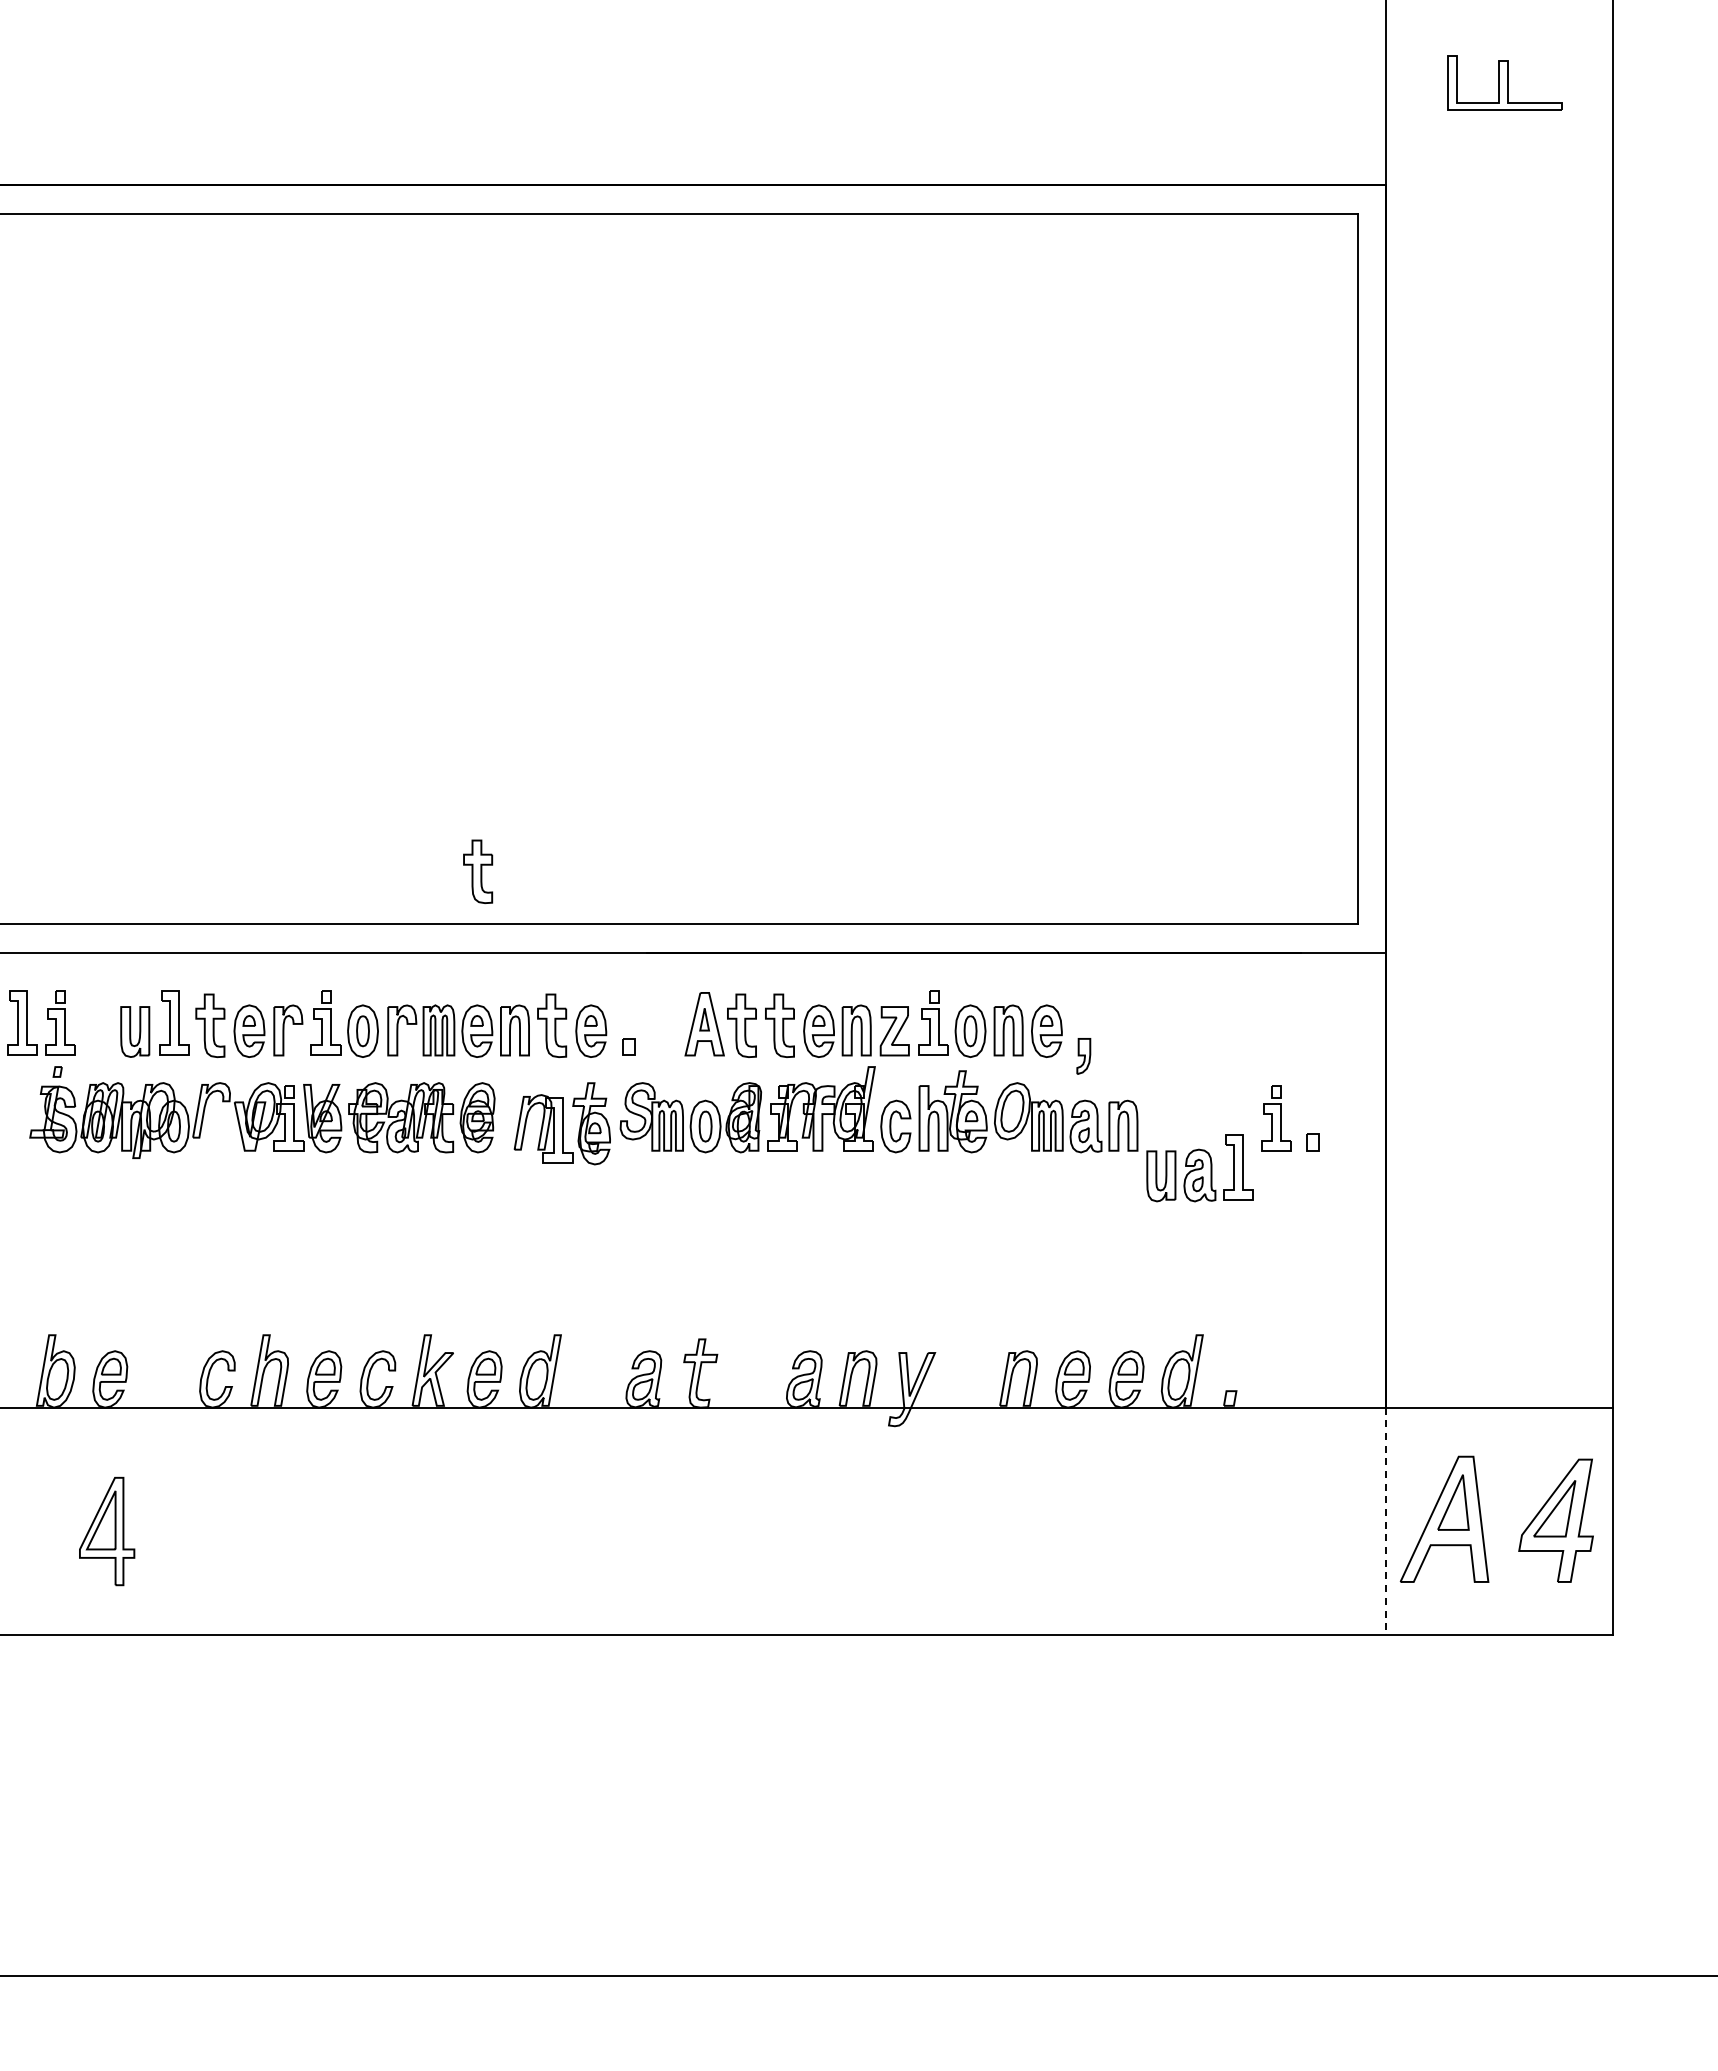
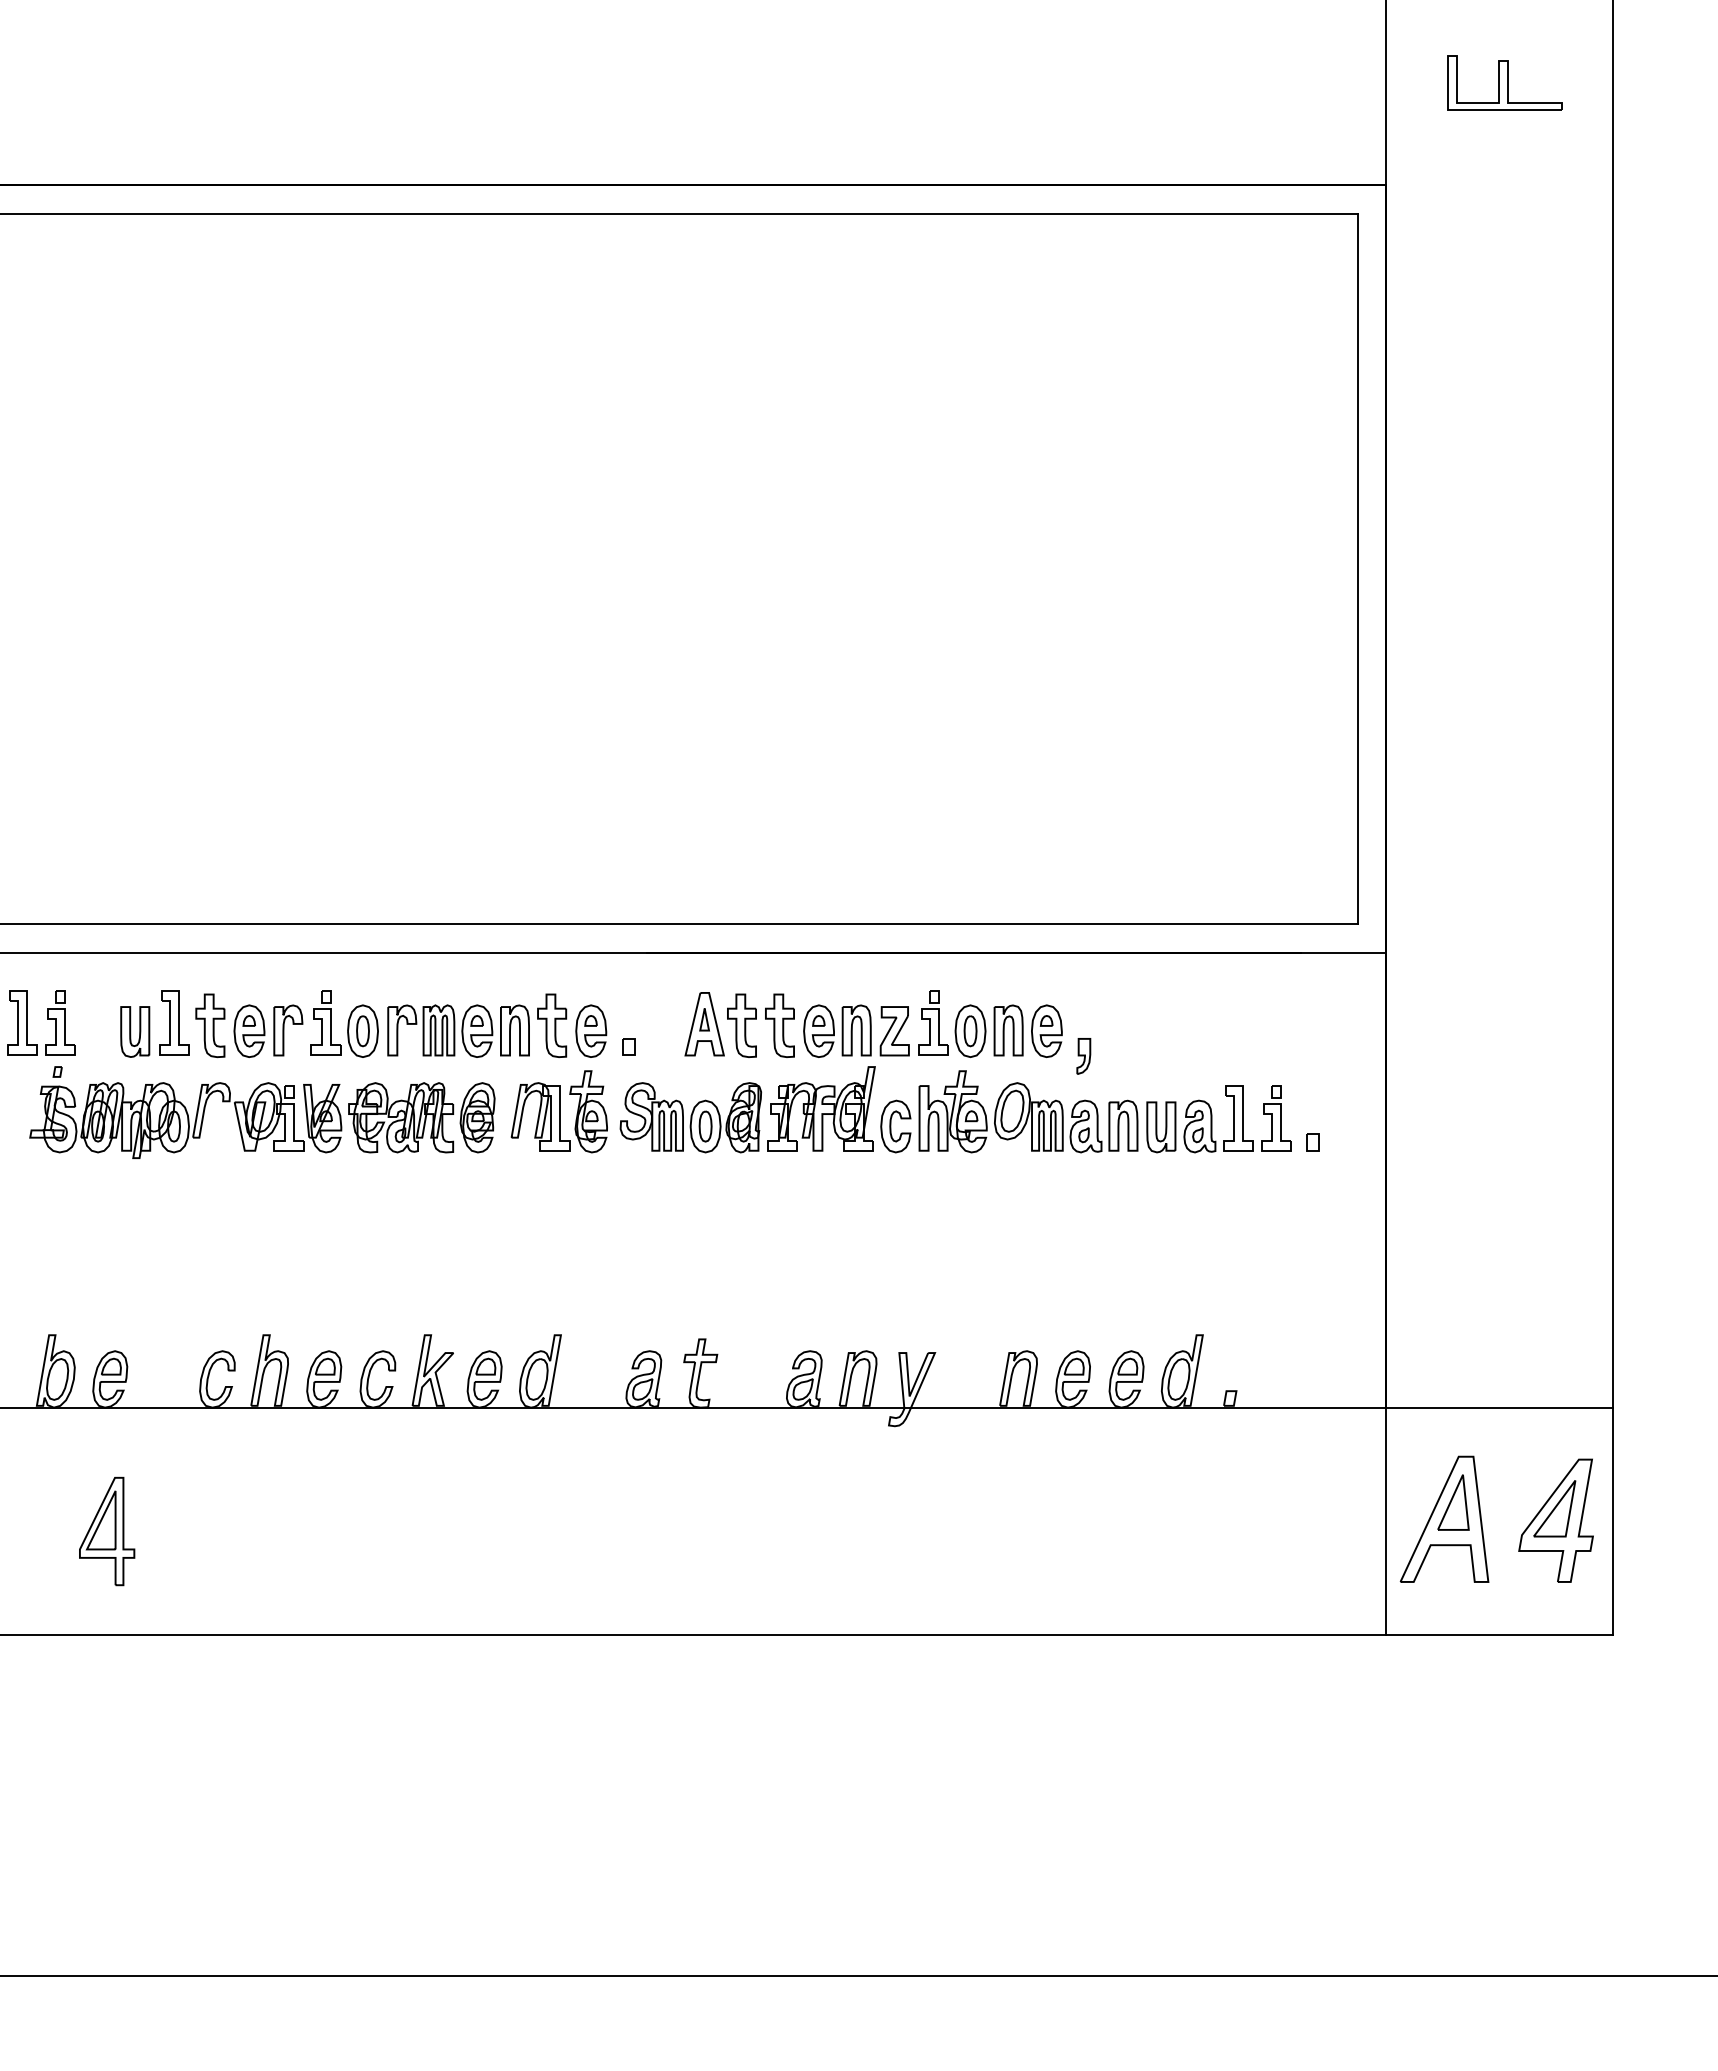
part at (478, 871): present -> none
part at (561, 1123) position: (561, 1123) -> (558, 1111)
part at (1199, 1168) position: (1199, 1168) -> (1199, 1119)
line at (1386, 1521): dashed -> solid
